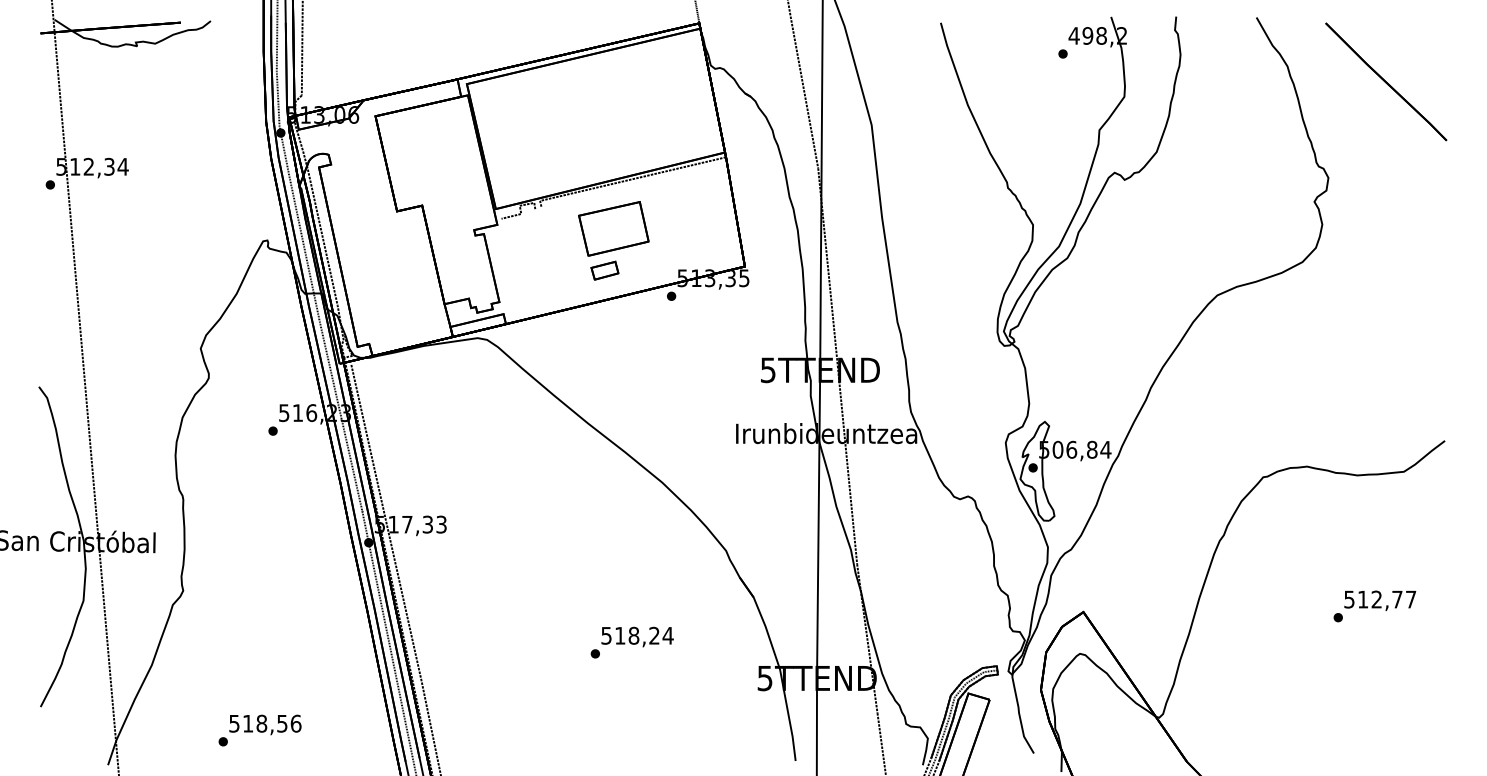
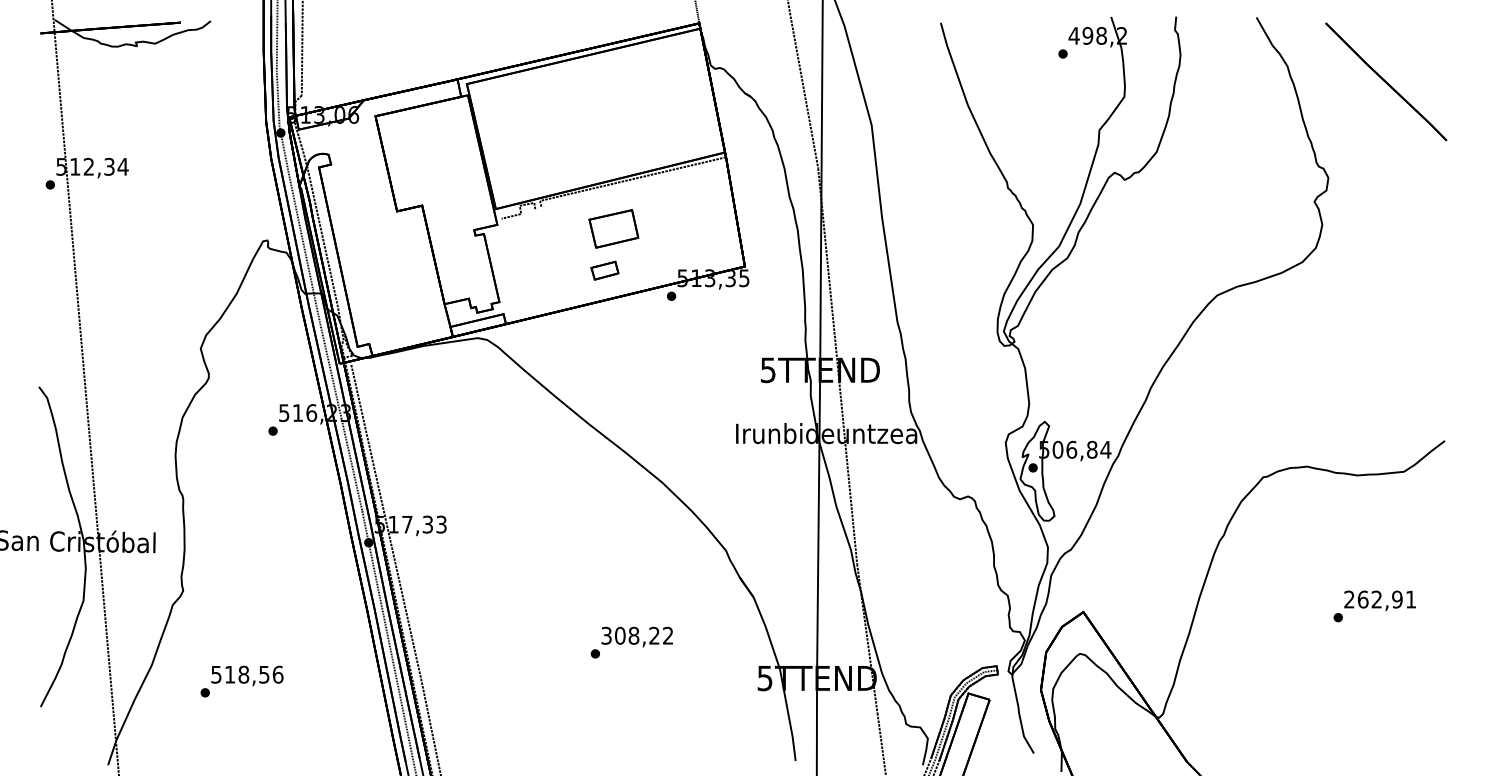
part at (613, 228) size: 72x56 px -> 52x40 px
text at (1380, 599): 512,77 -> 262,91
text at (637, 635): 518,24 -> 308,22
text at (259, 730) position: (259, 730) -> (241, 681)
